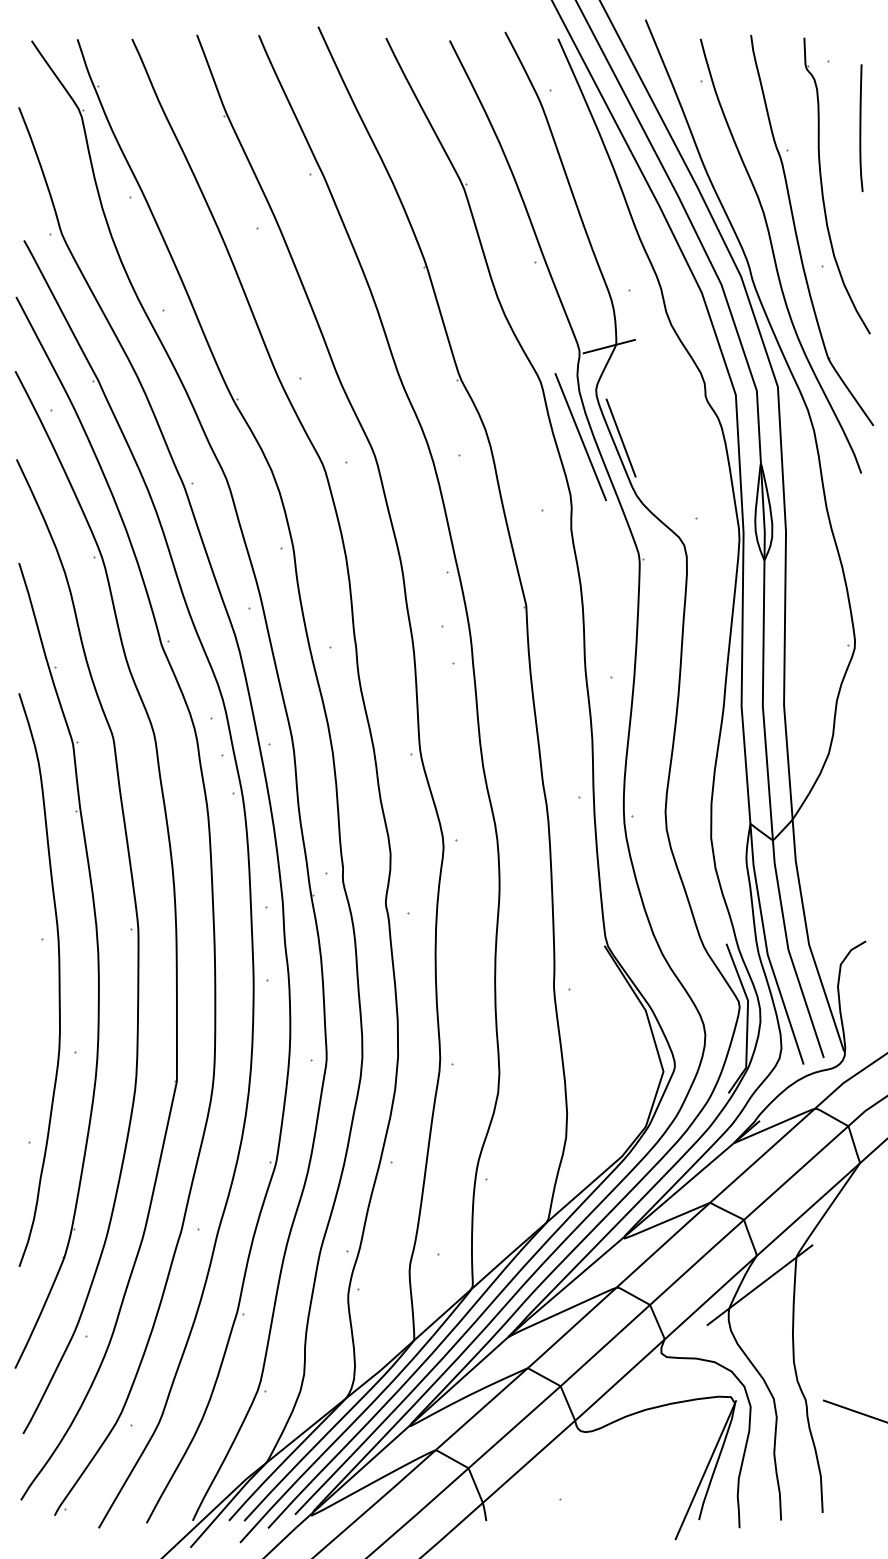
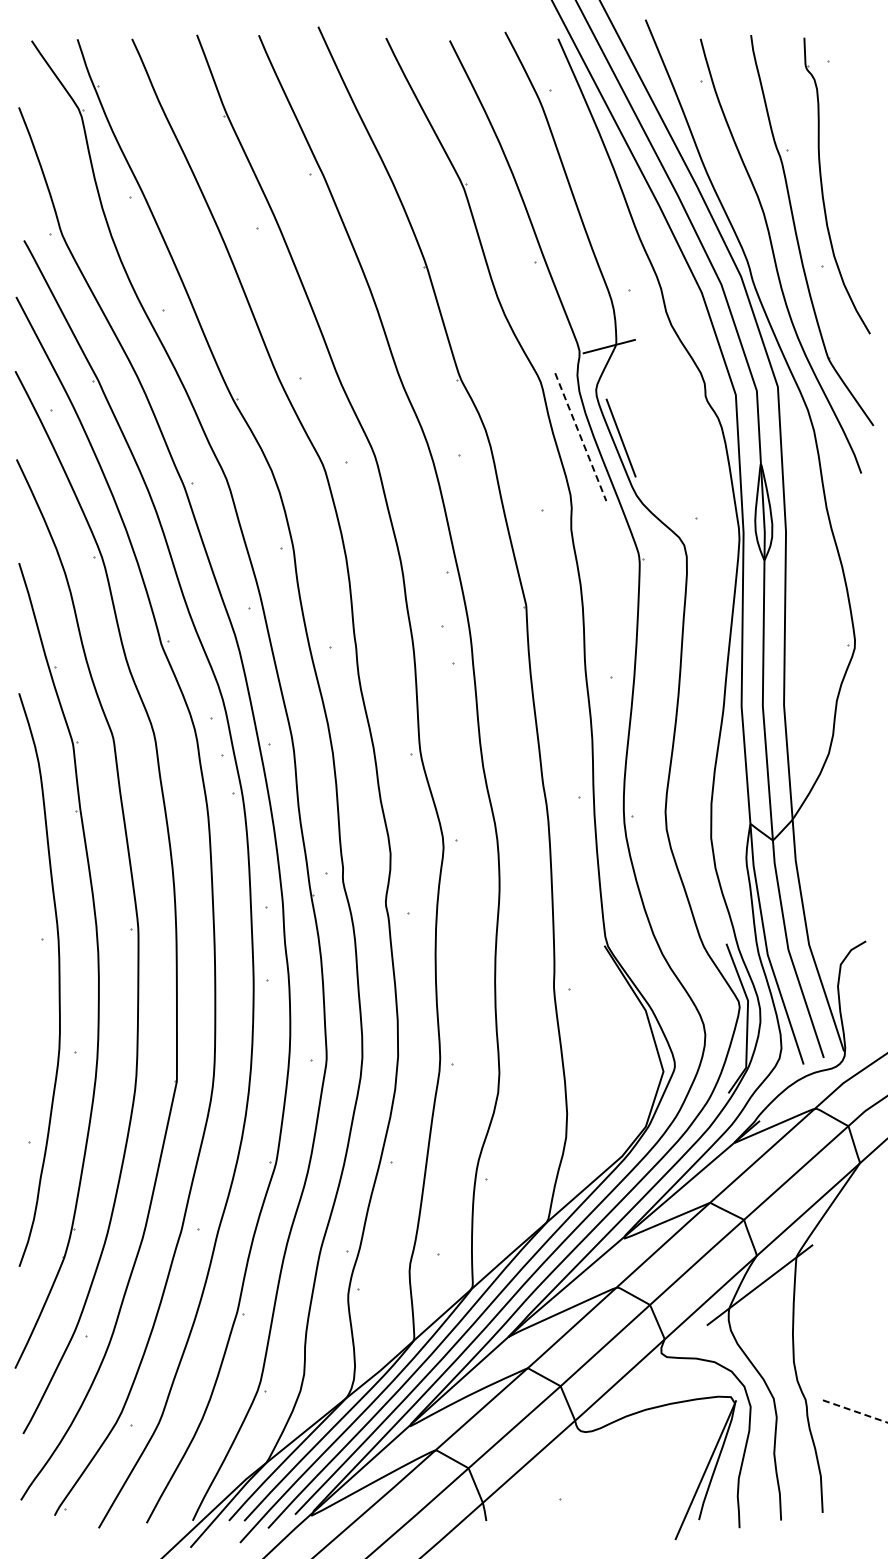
curve at (861, 128): present -> none
line at (580, 437): solid -> dashed
line at (855, 1411): solid -> dashed
